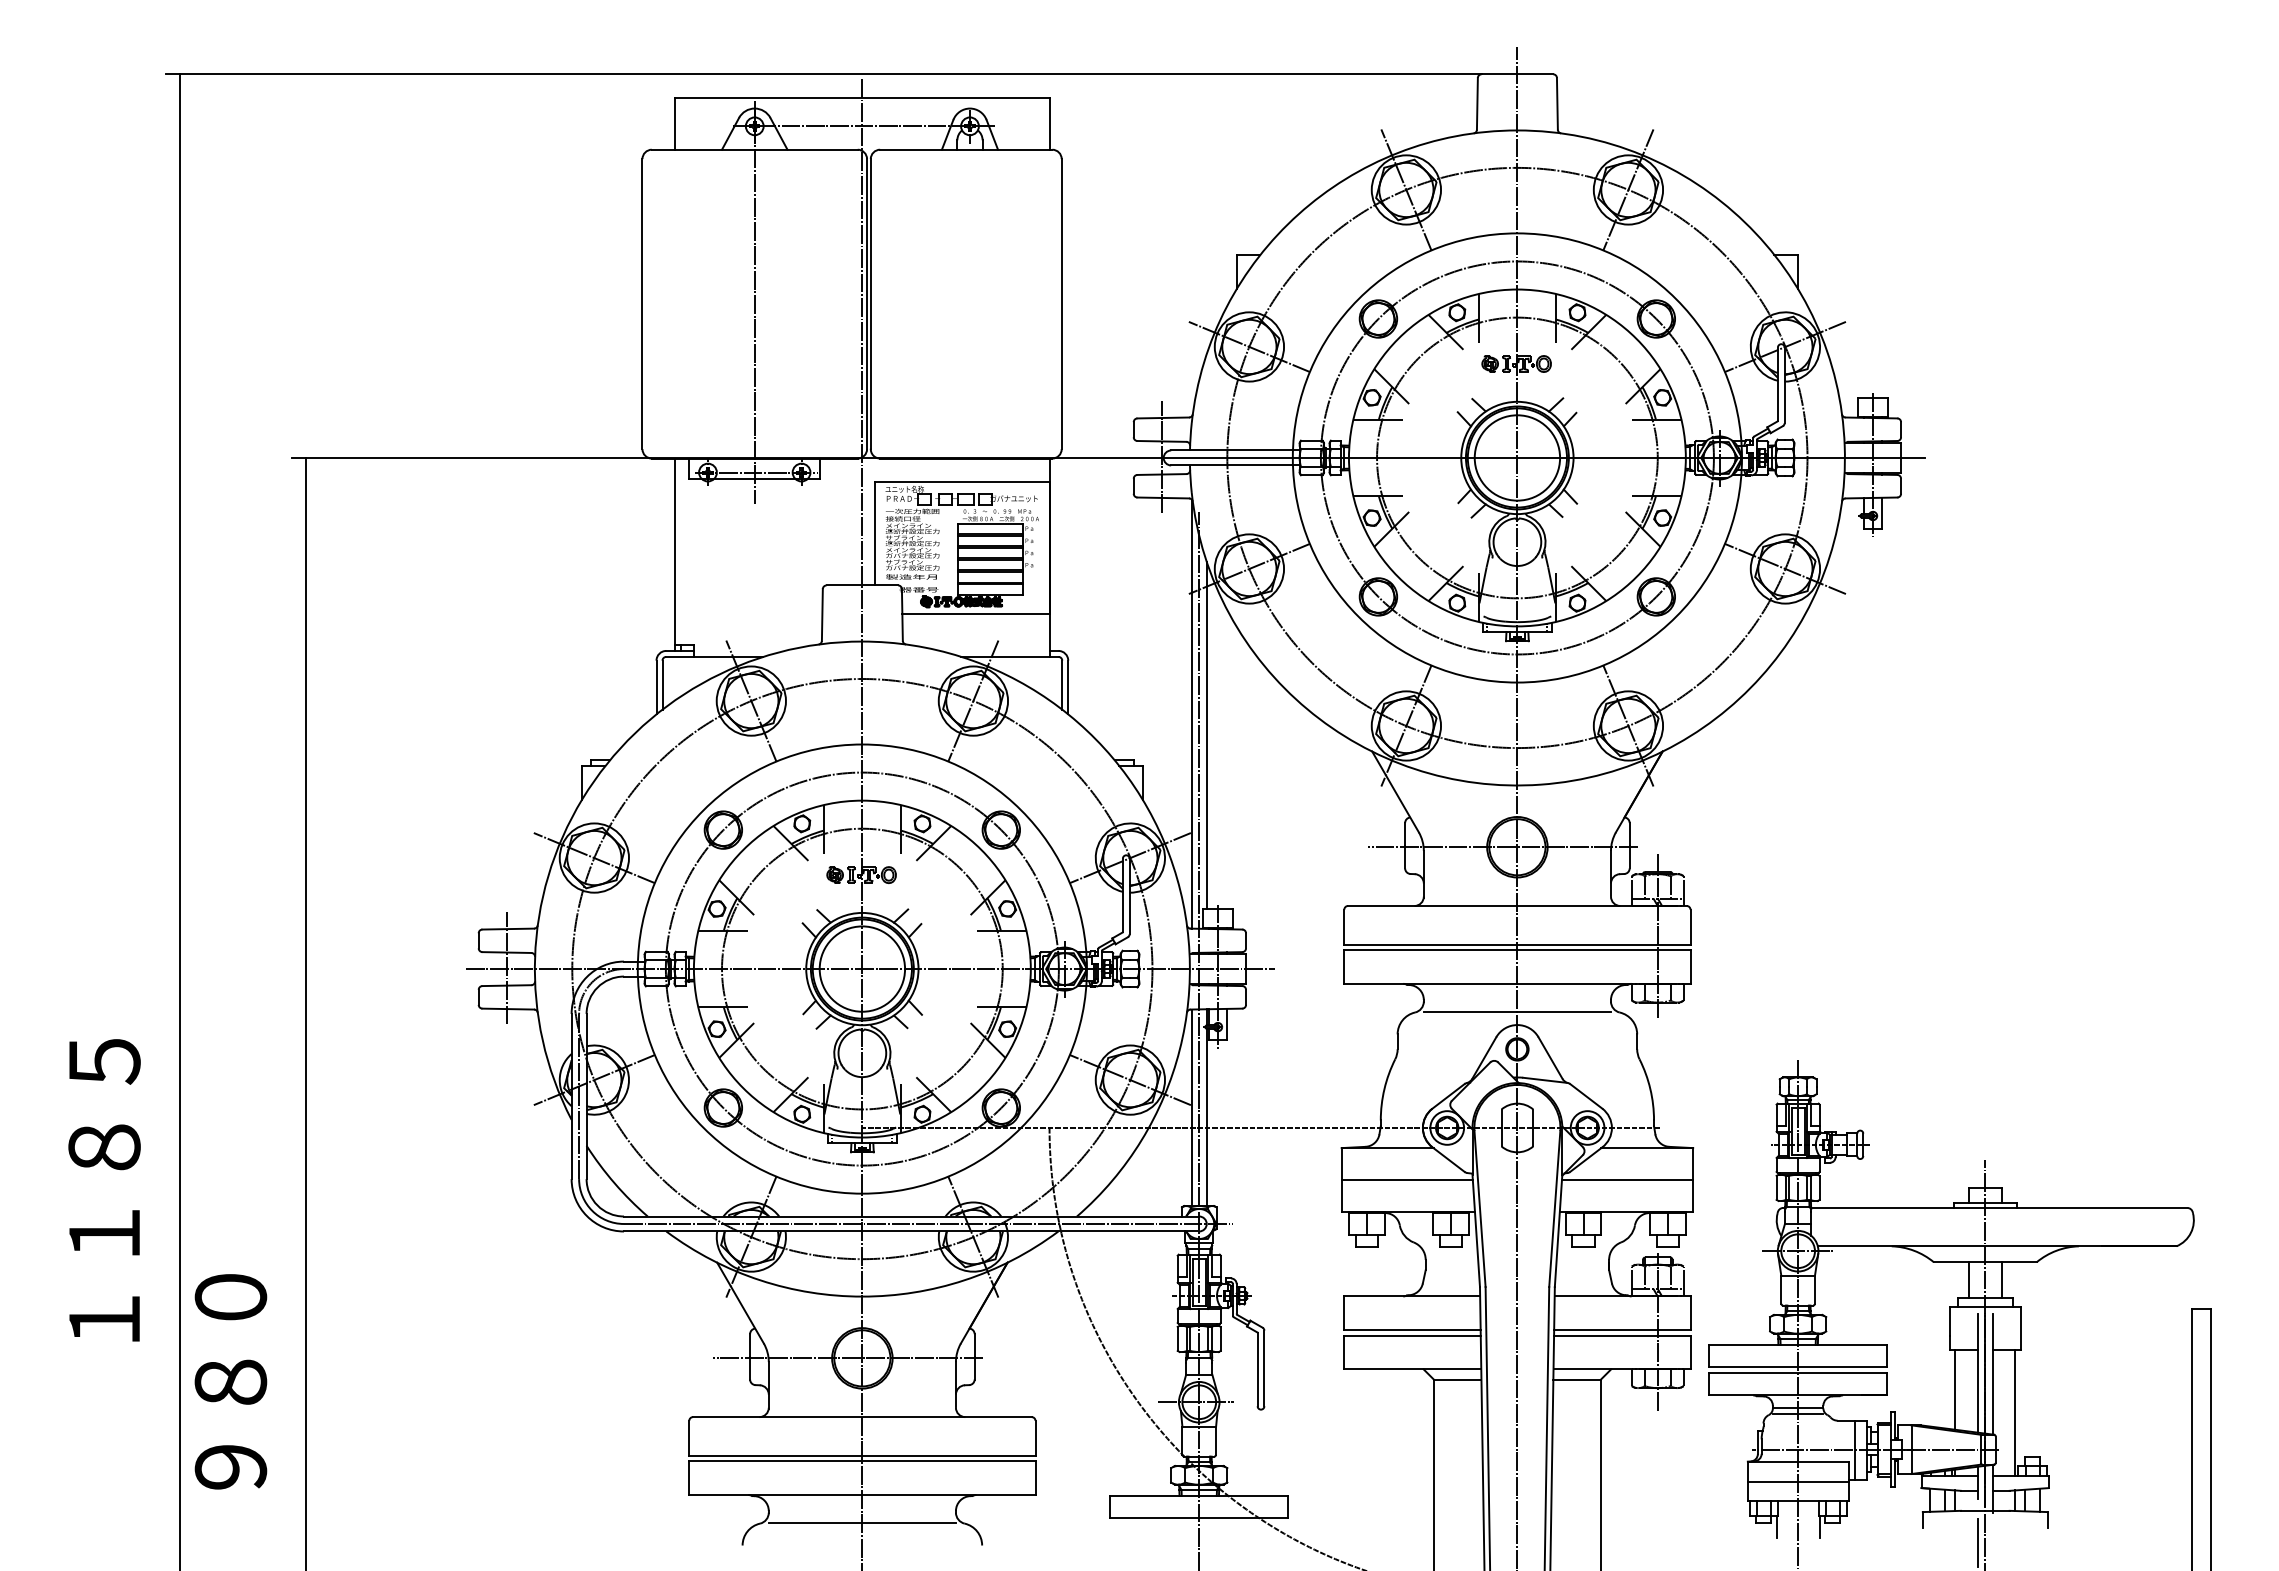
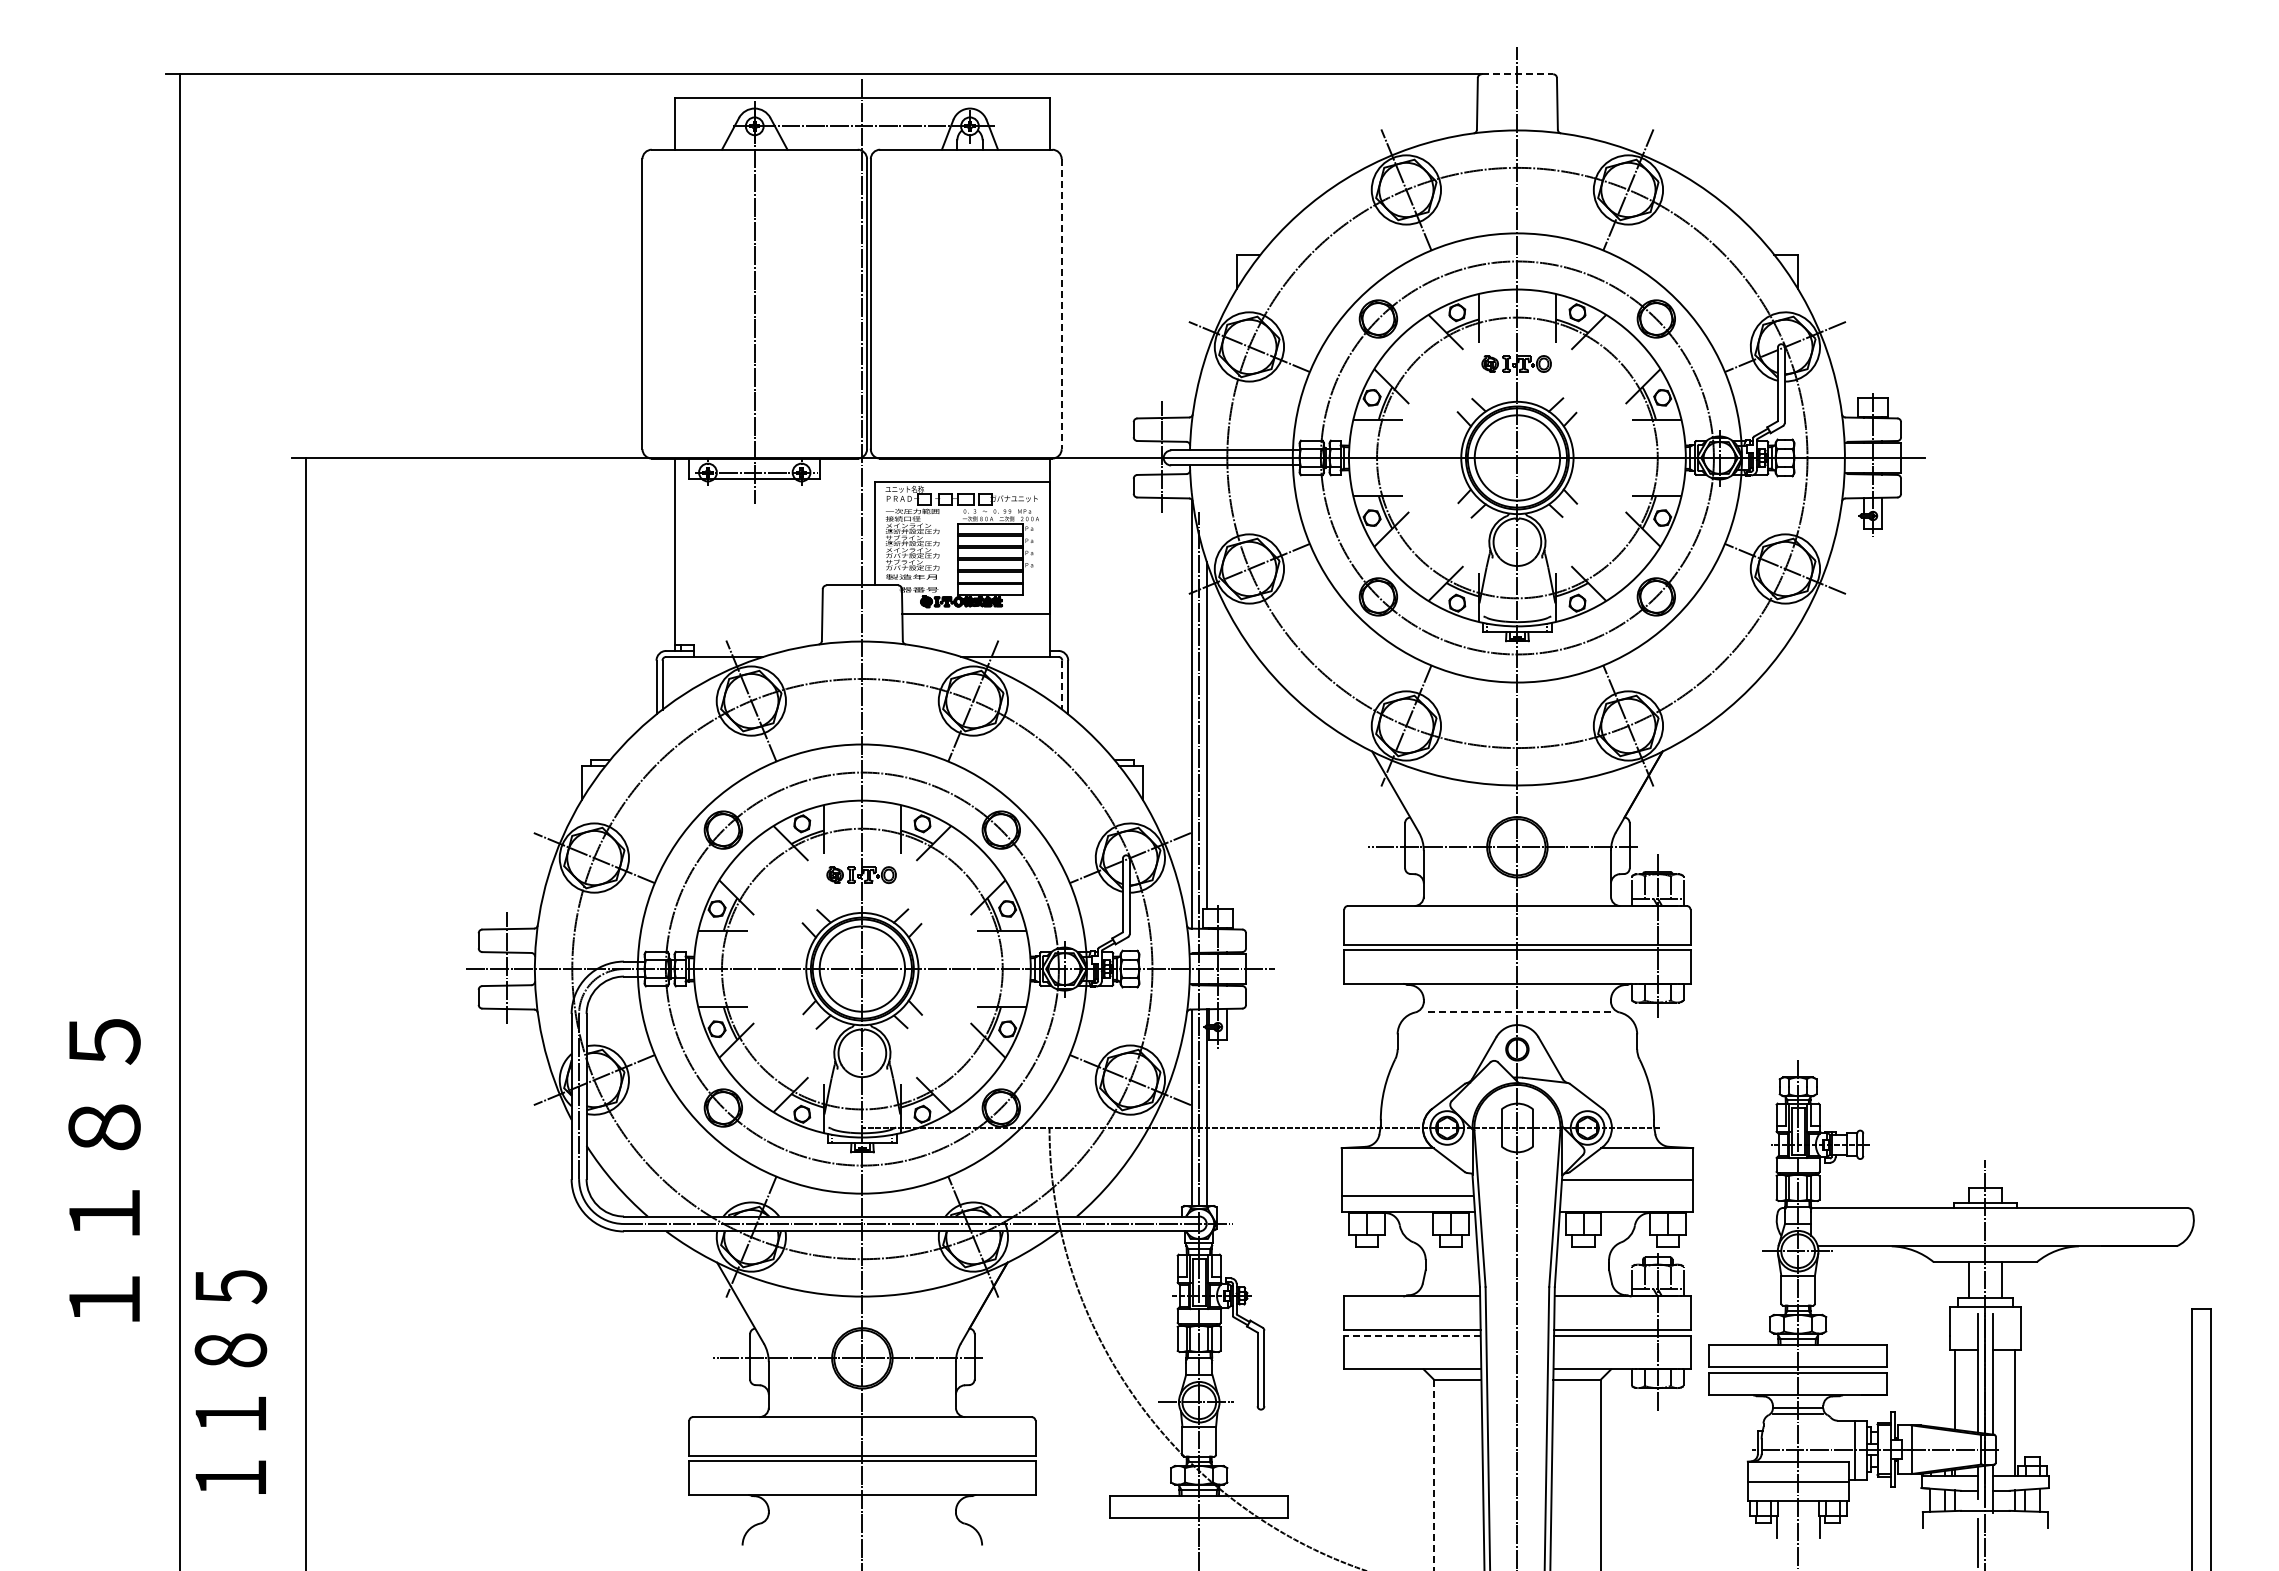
line at (1517, 74): solid -> dashed
line at (1061, 304): solid -> dashed
line at (1062, 685): solid -> dashed
line at (1517, 1011): solid -> dashed
line at (1406, 1180) position: (1406, 1180) -> (1406, 1196)
text at (104, 1190) position: (104, 1190) -> (104, 1170)
line at (1412, 1335): solid -> dashed
text at (230, 1381): ９８０ -> １１８５
line at (1434, 1475): solid -> dashed
line at (861, 1523): present -> none
